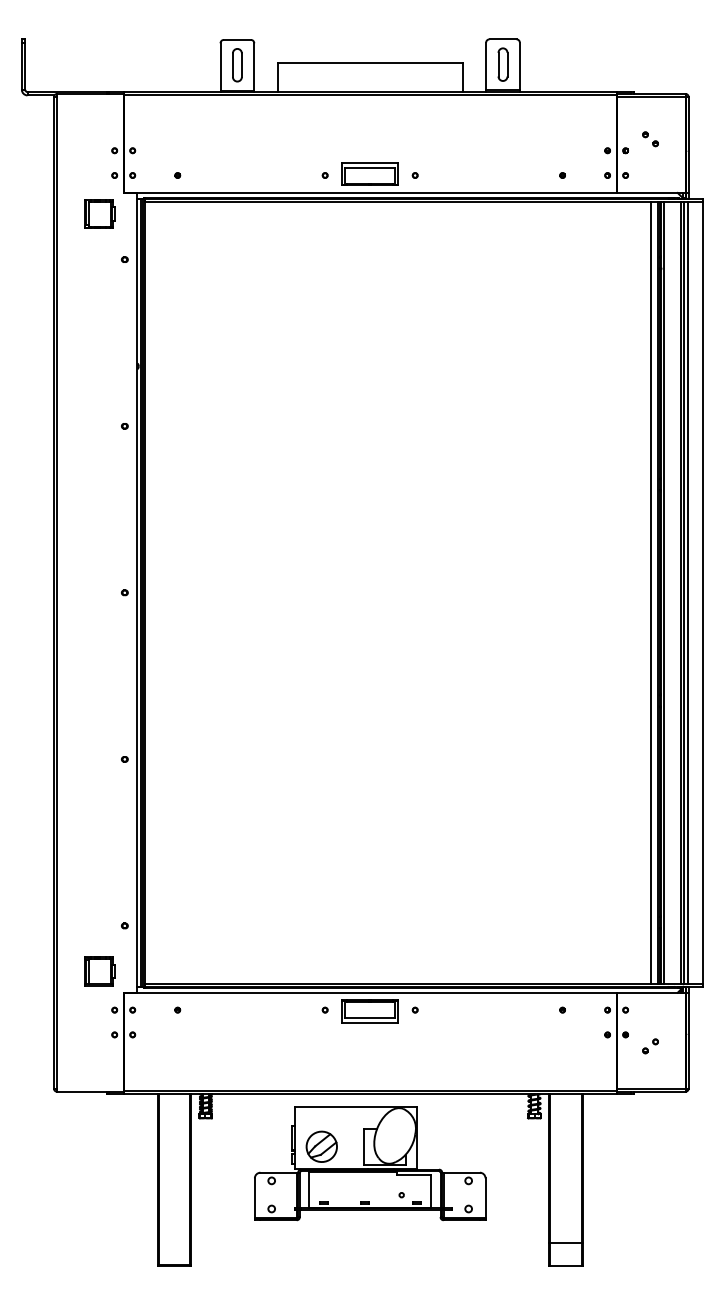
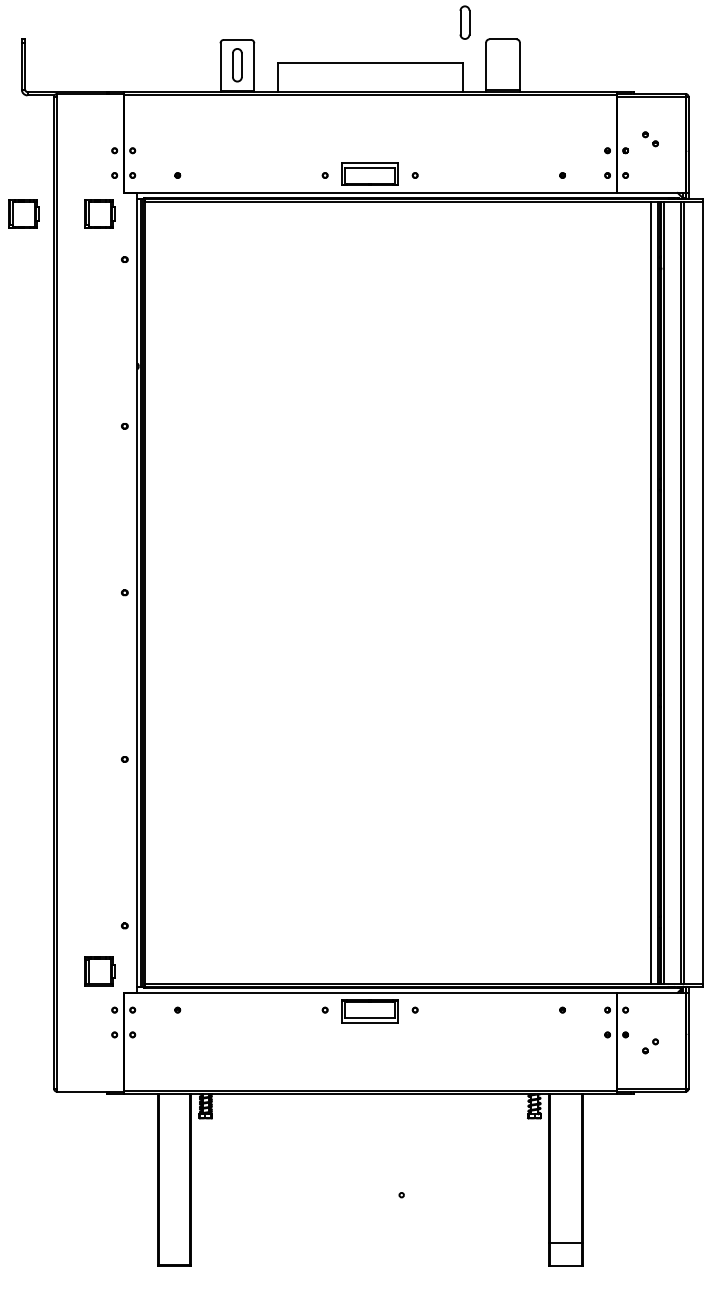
part at (502, 64) position: (502, 64) -> (464, 22)
part at (23, 213): none -> present
line at (688, 592): present -> none
part at (370, 1163): present -> none
